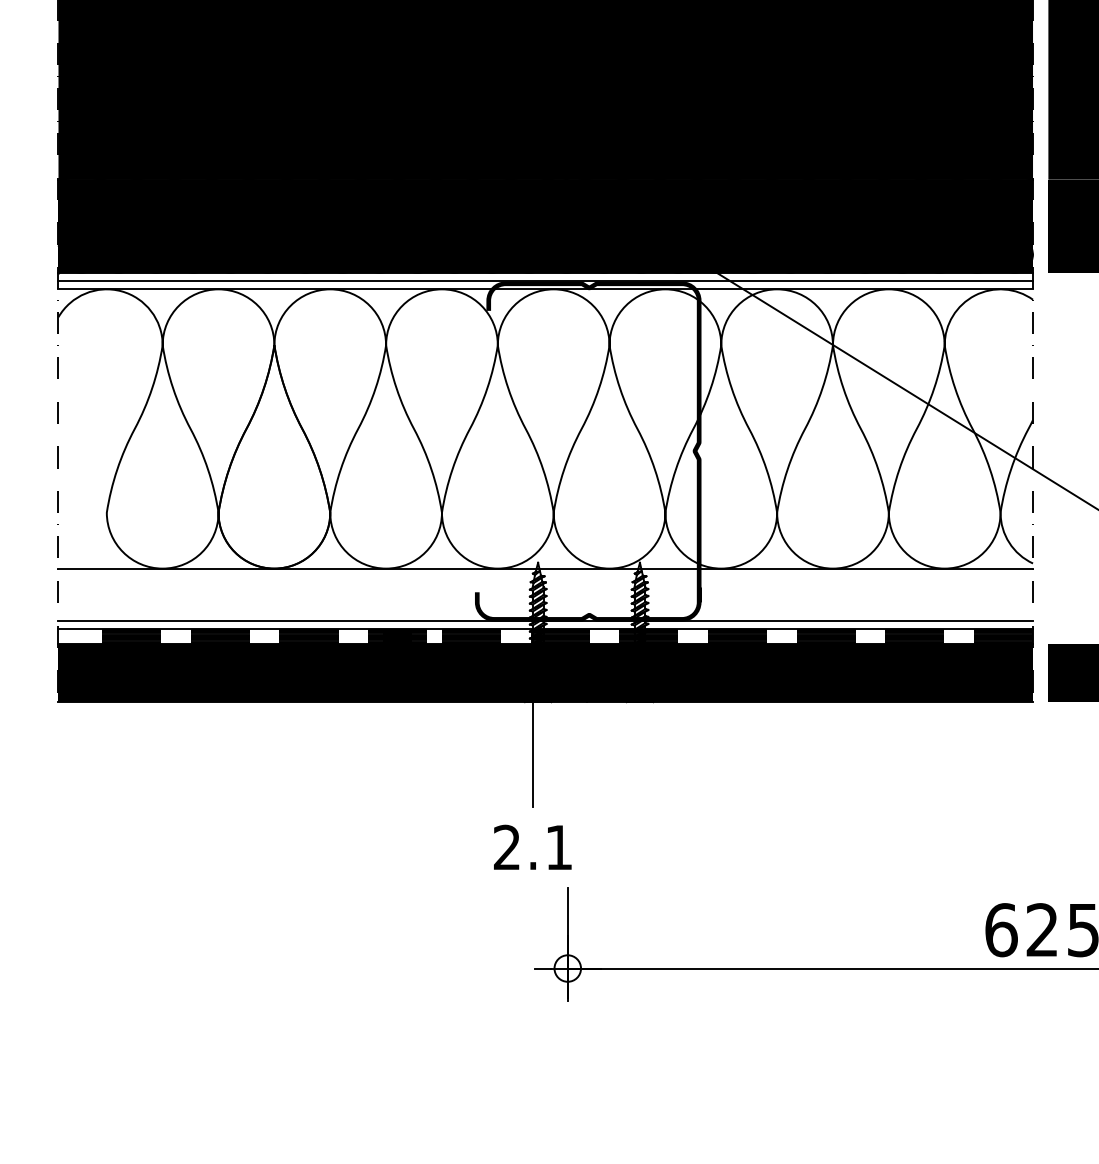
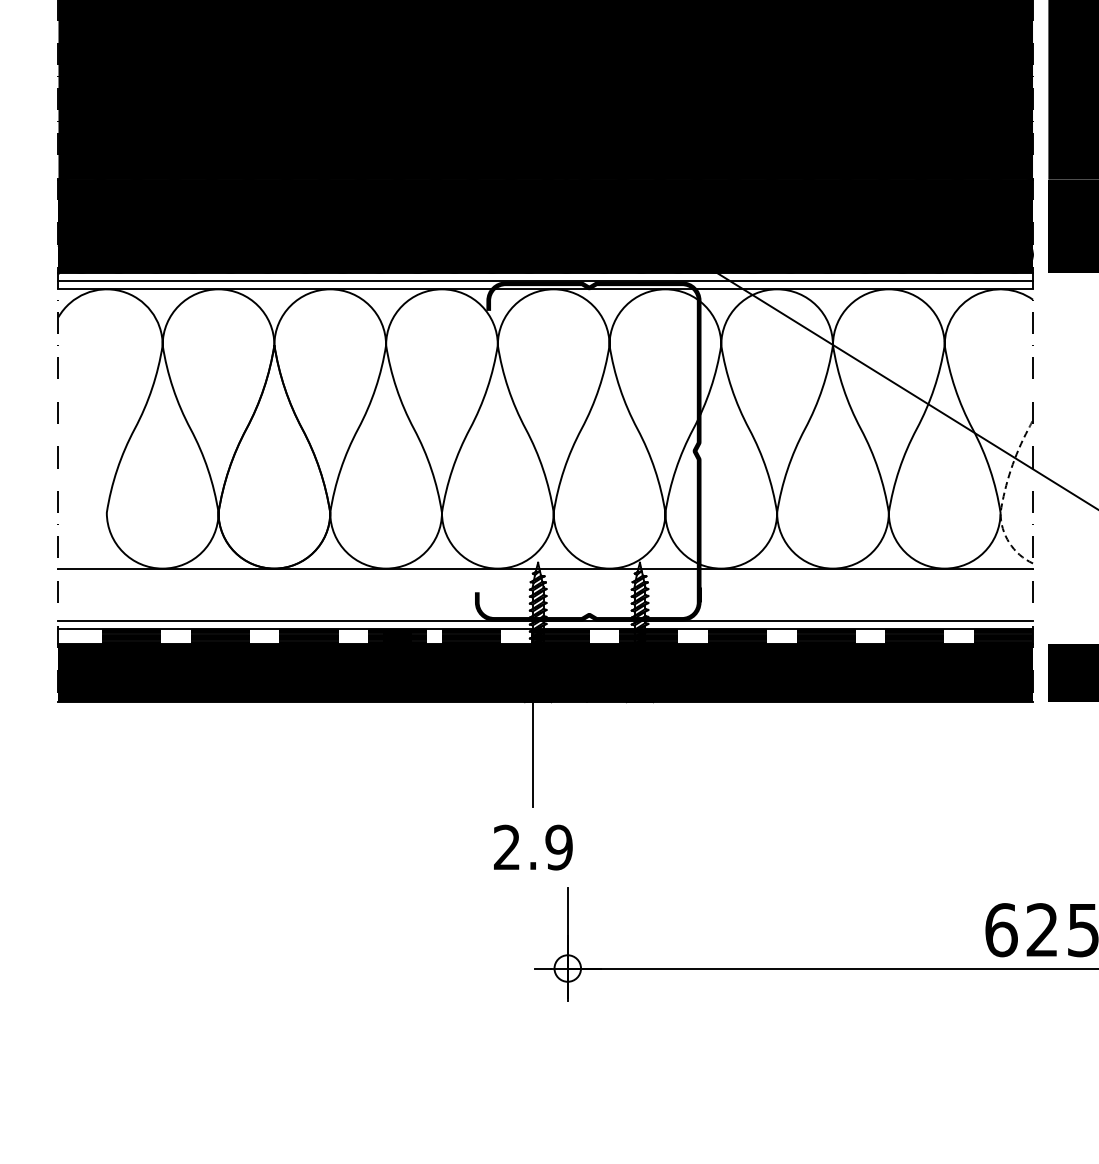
line at (1004, 494): solid -> dashed
text at (558, 847): 2.1 -> 2.9
